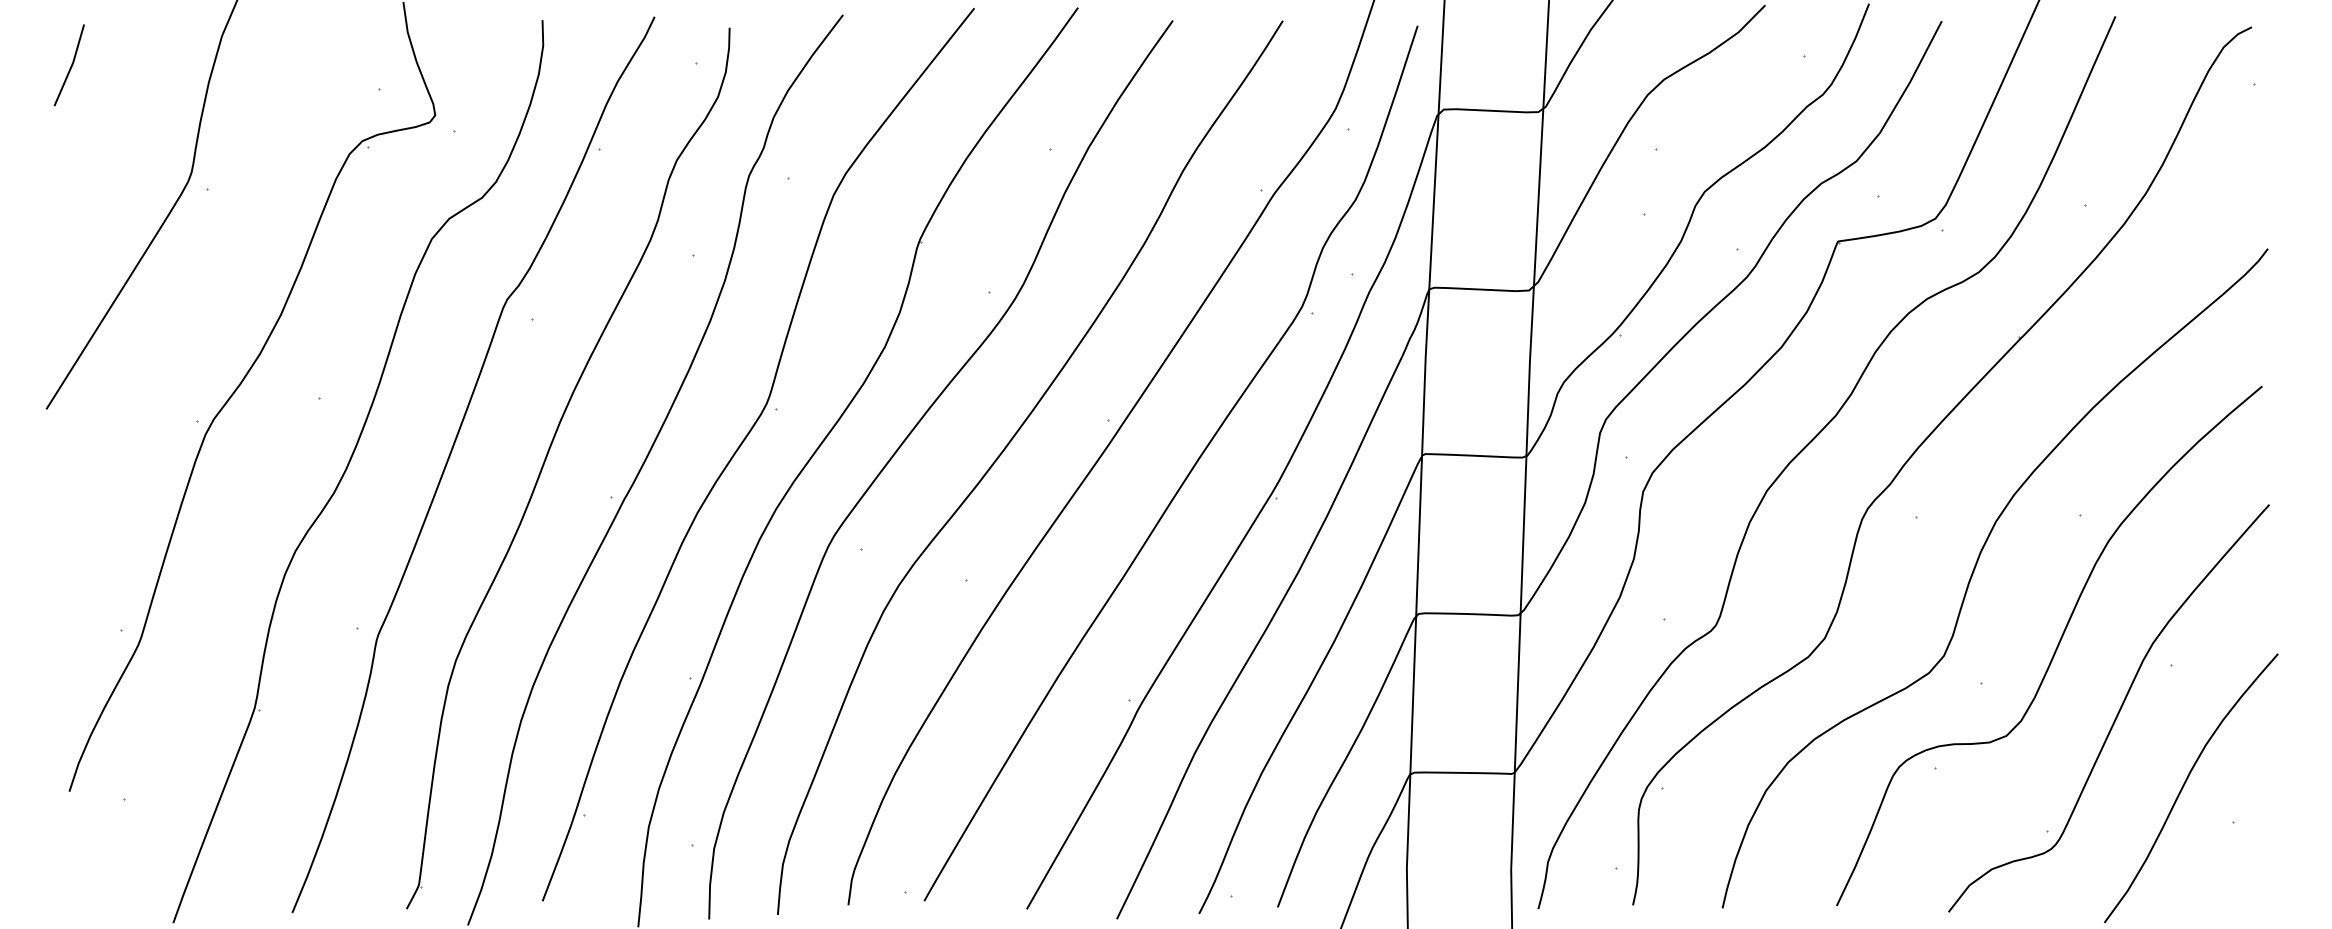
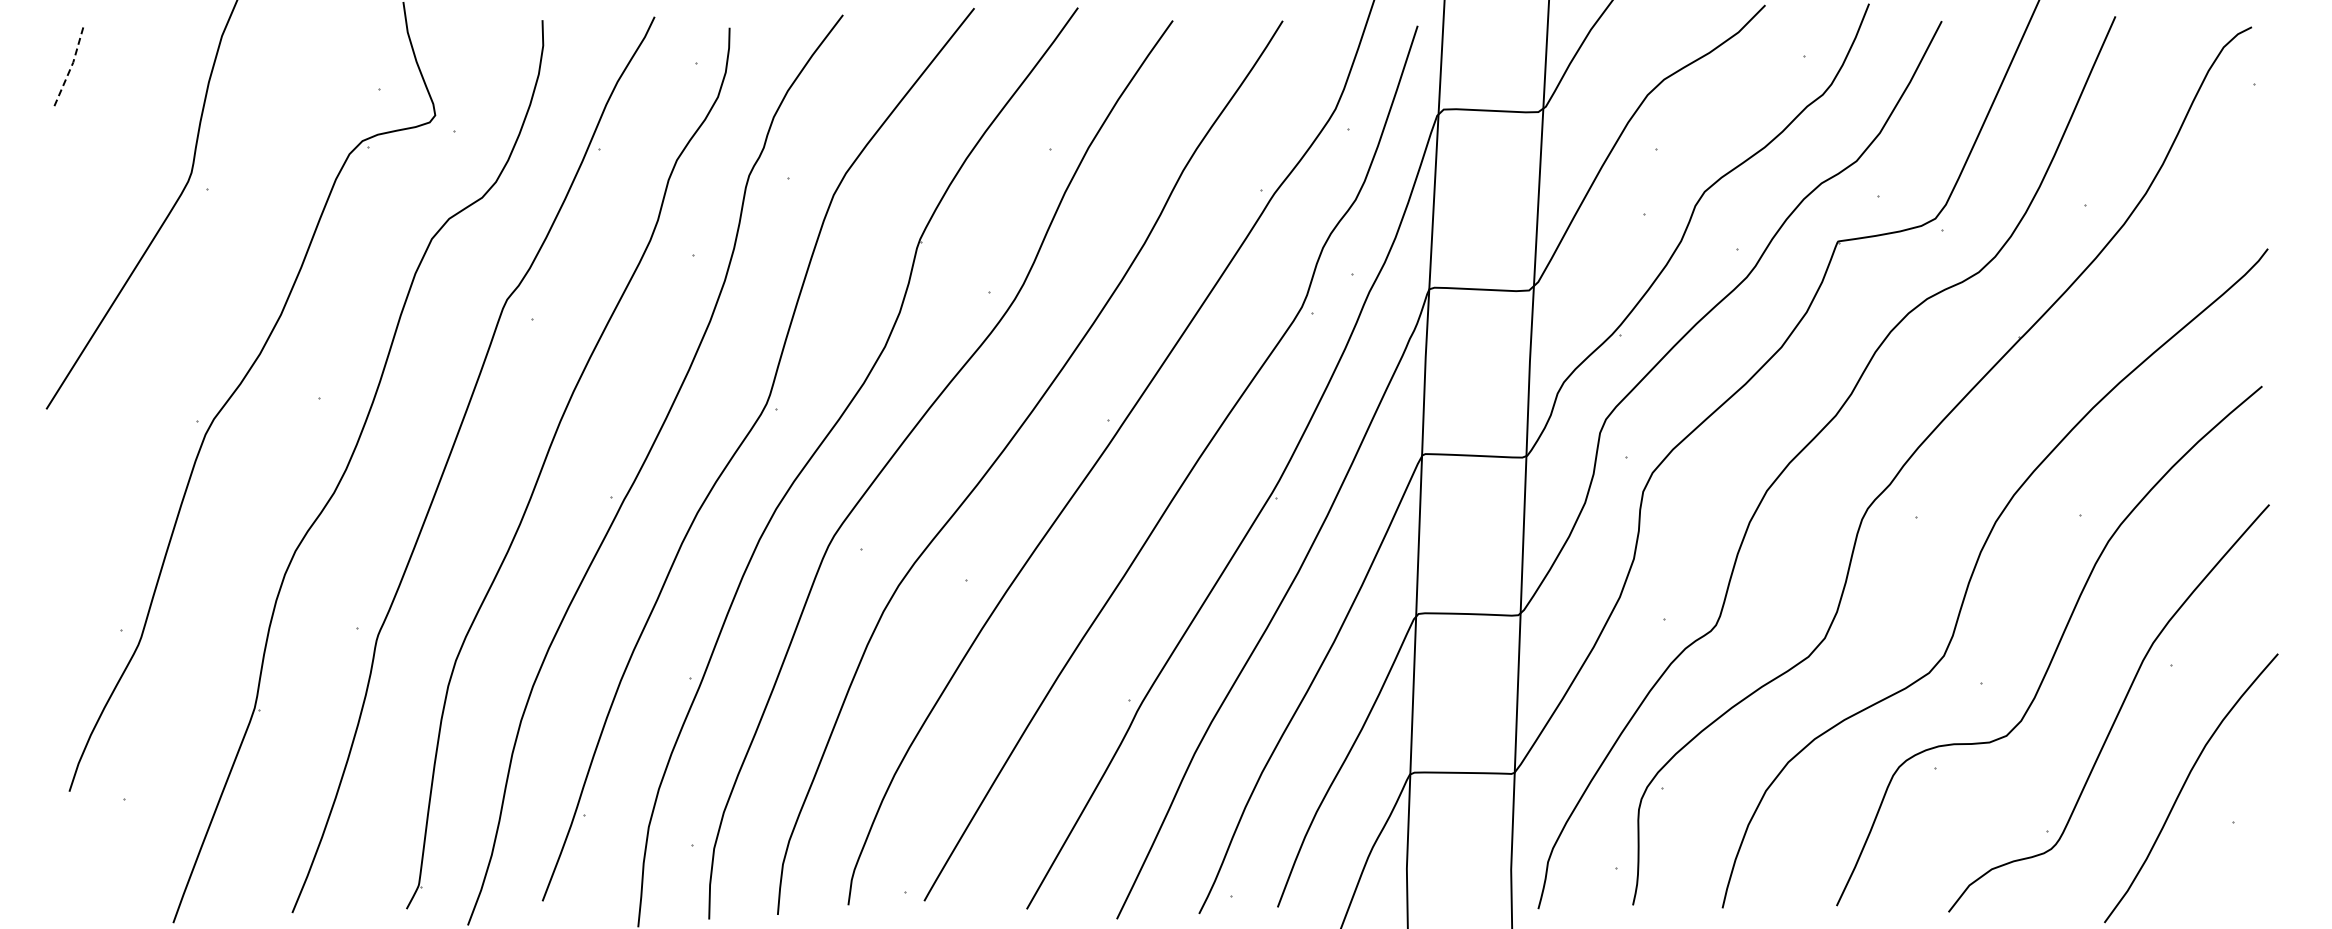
line at (72, 65): solid -> dashed
